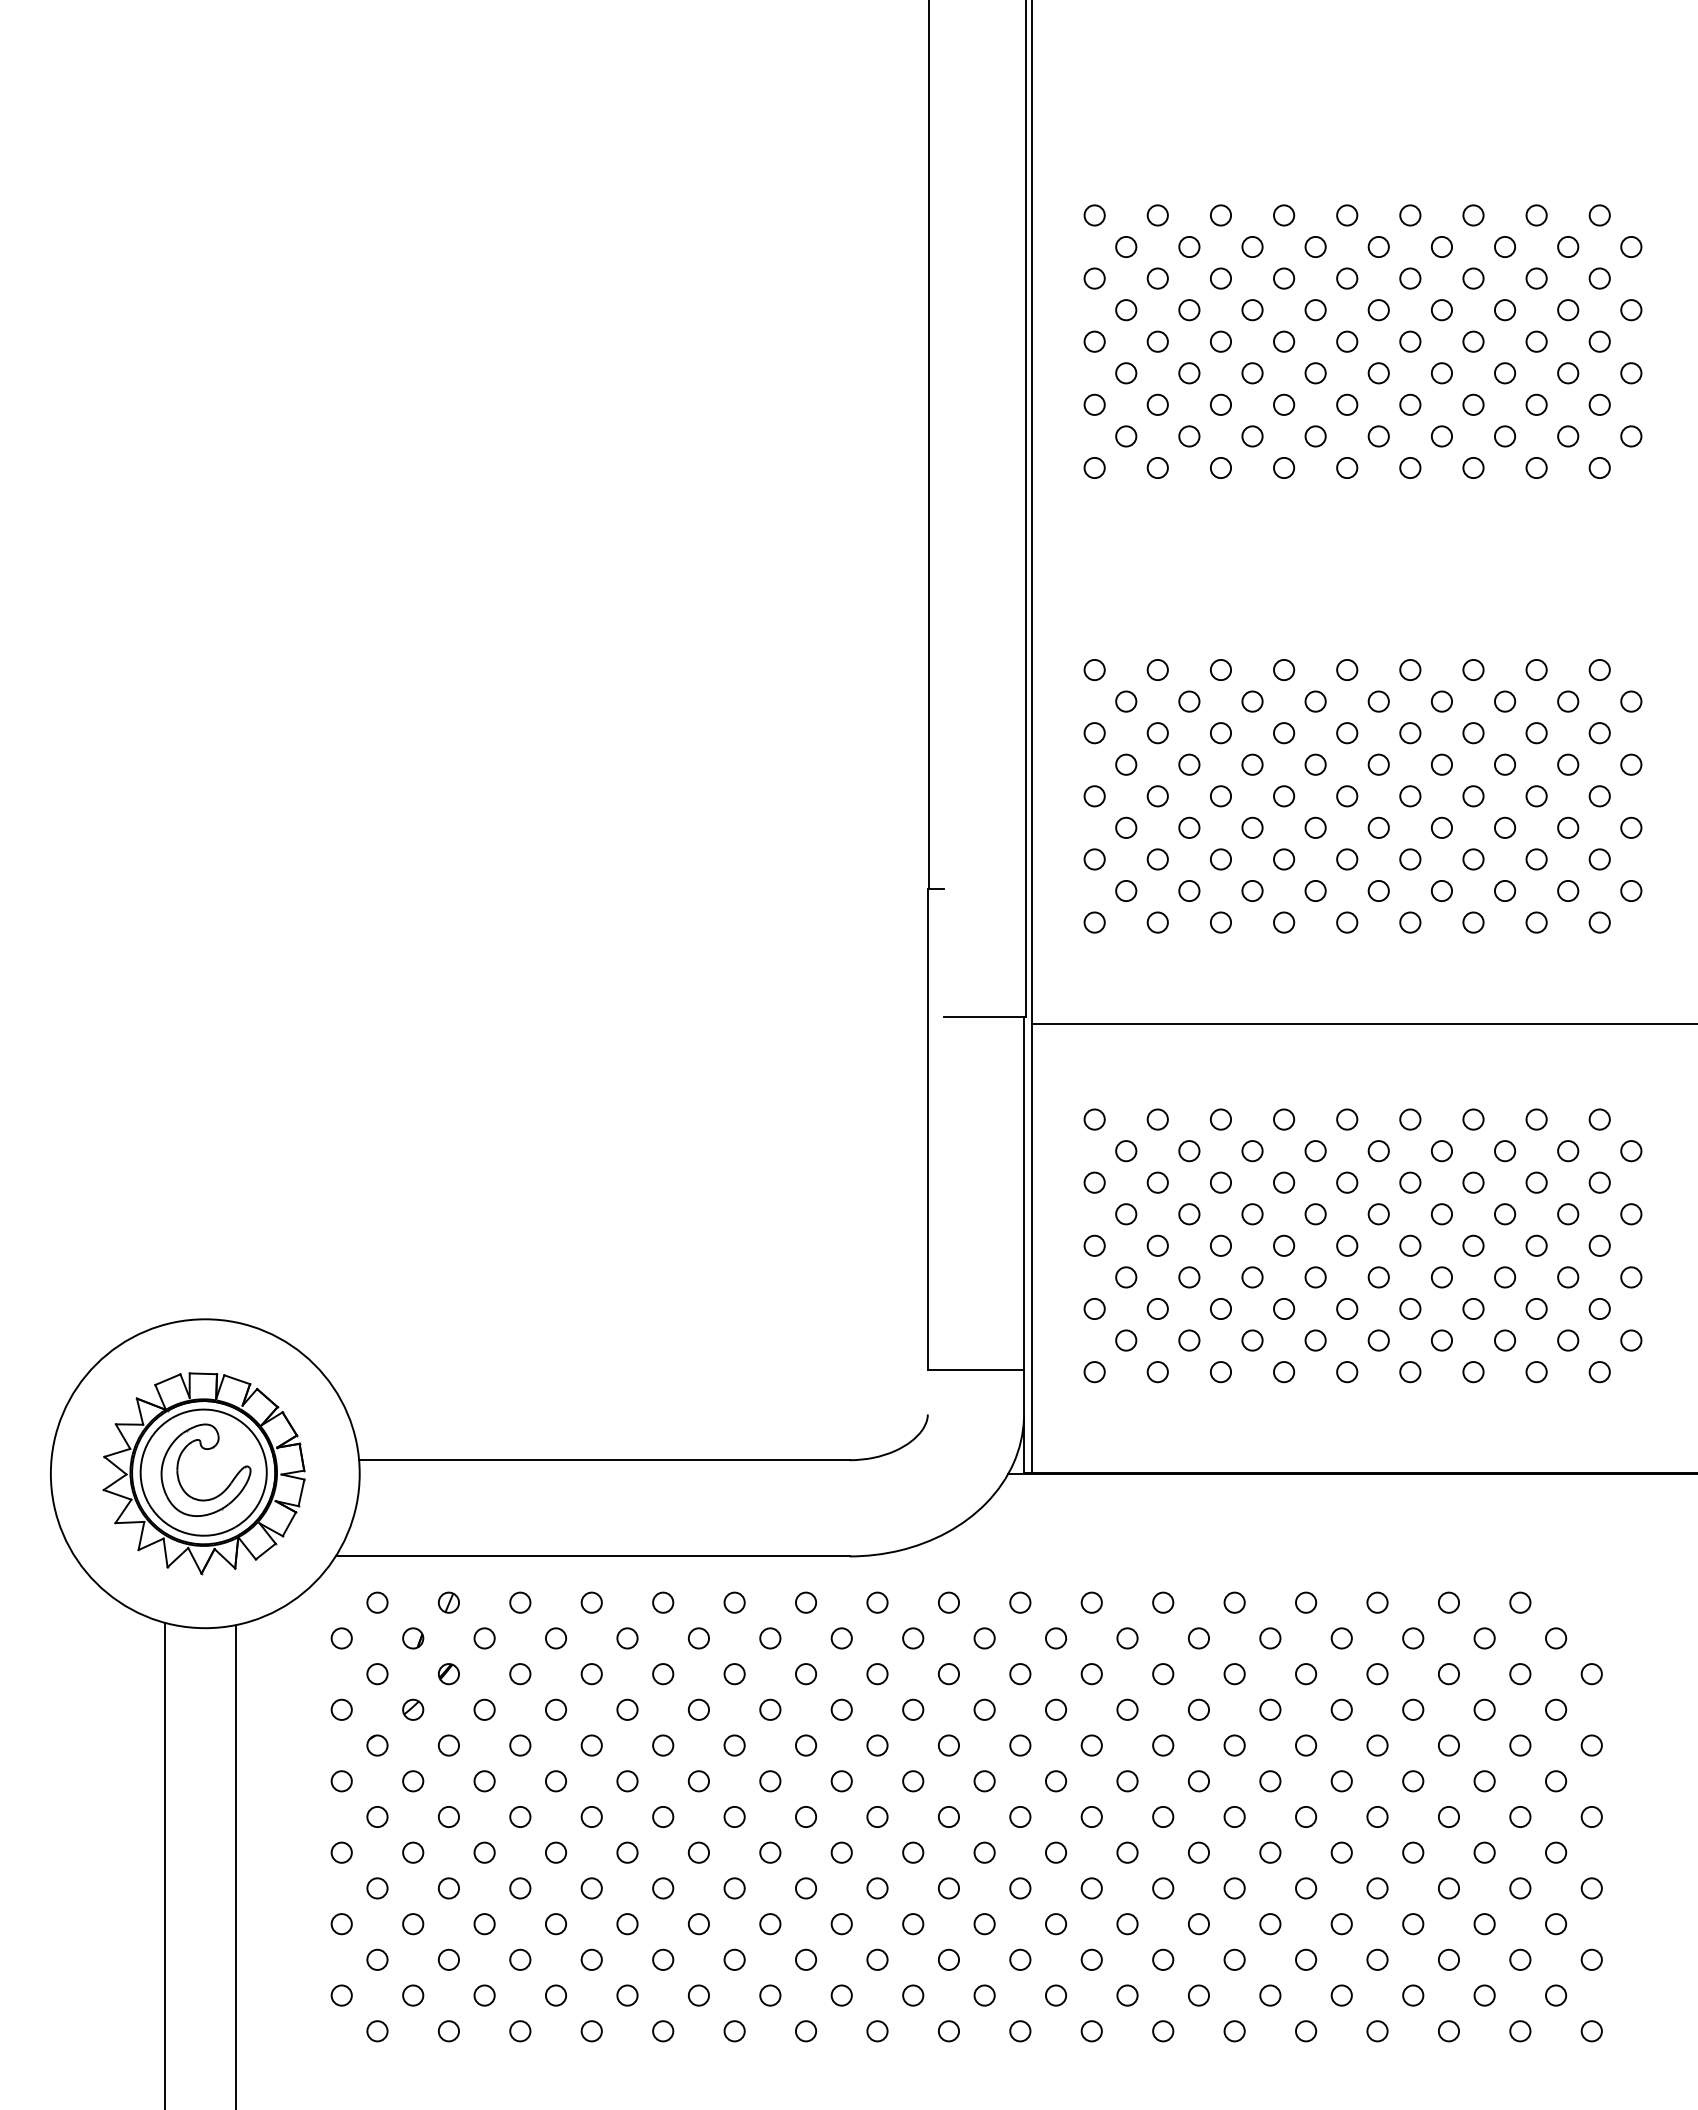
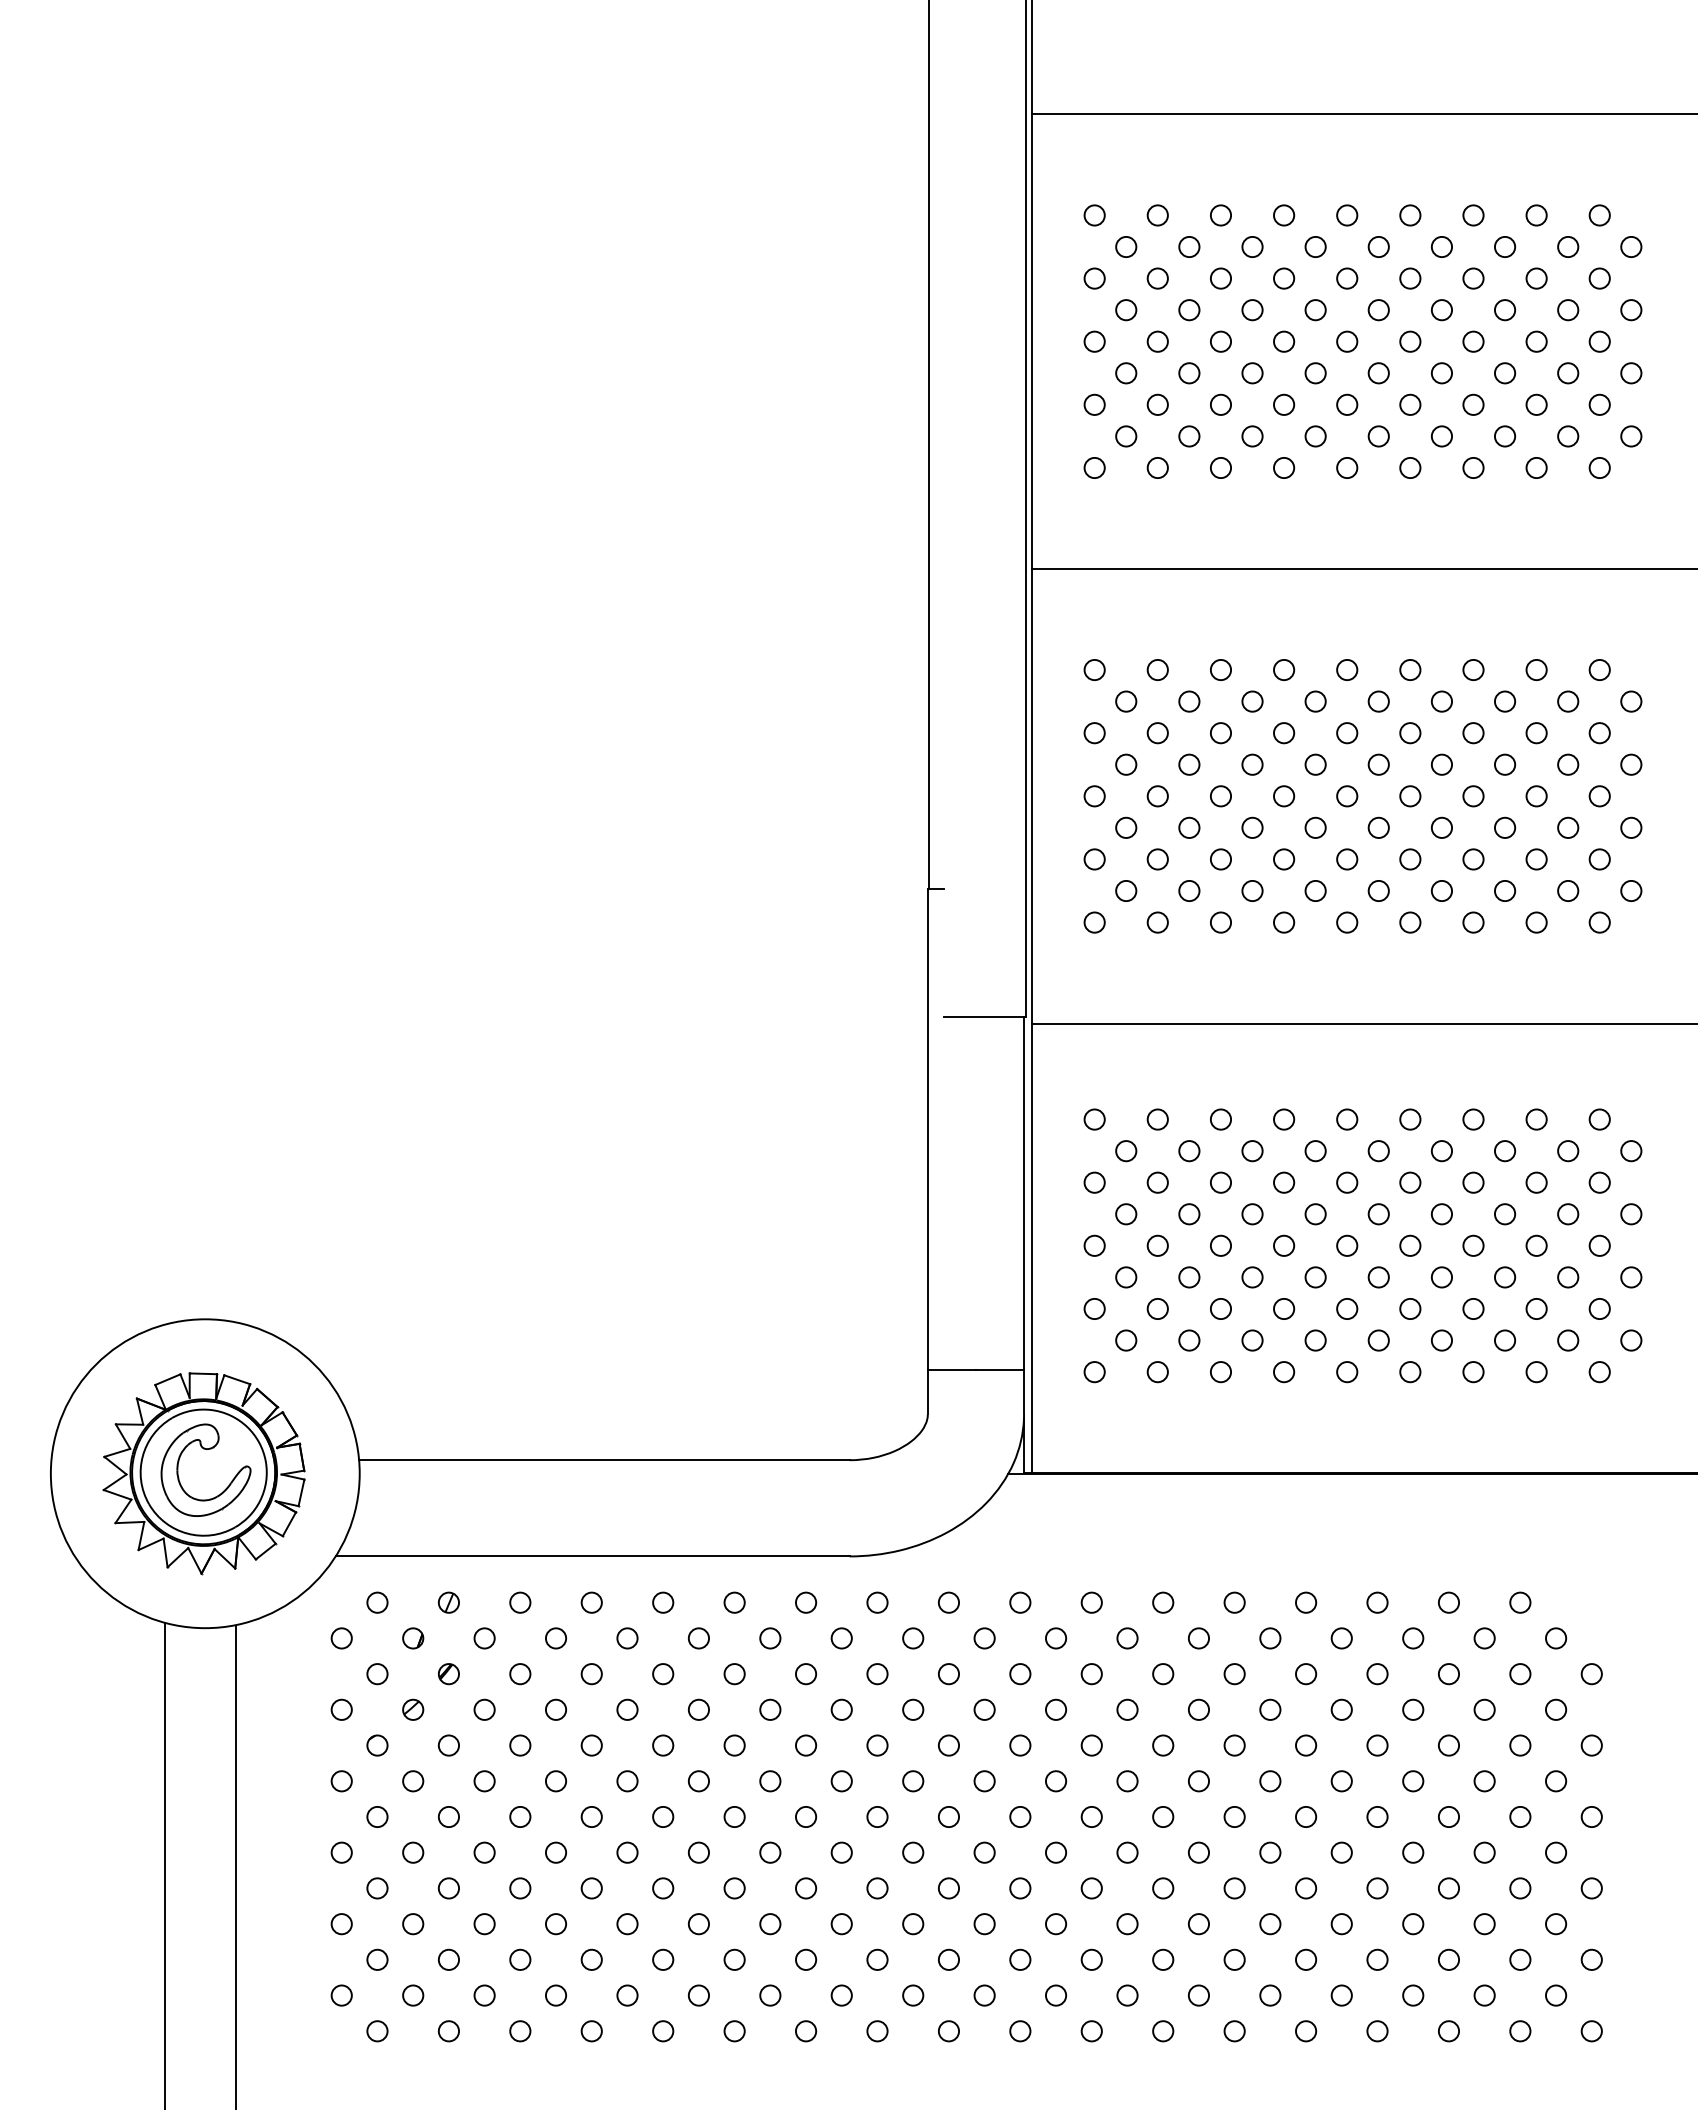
line at (1362, 114): none -> present
line at (1362, 569): none -> present
line at (927, 1392): none -> present
